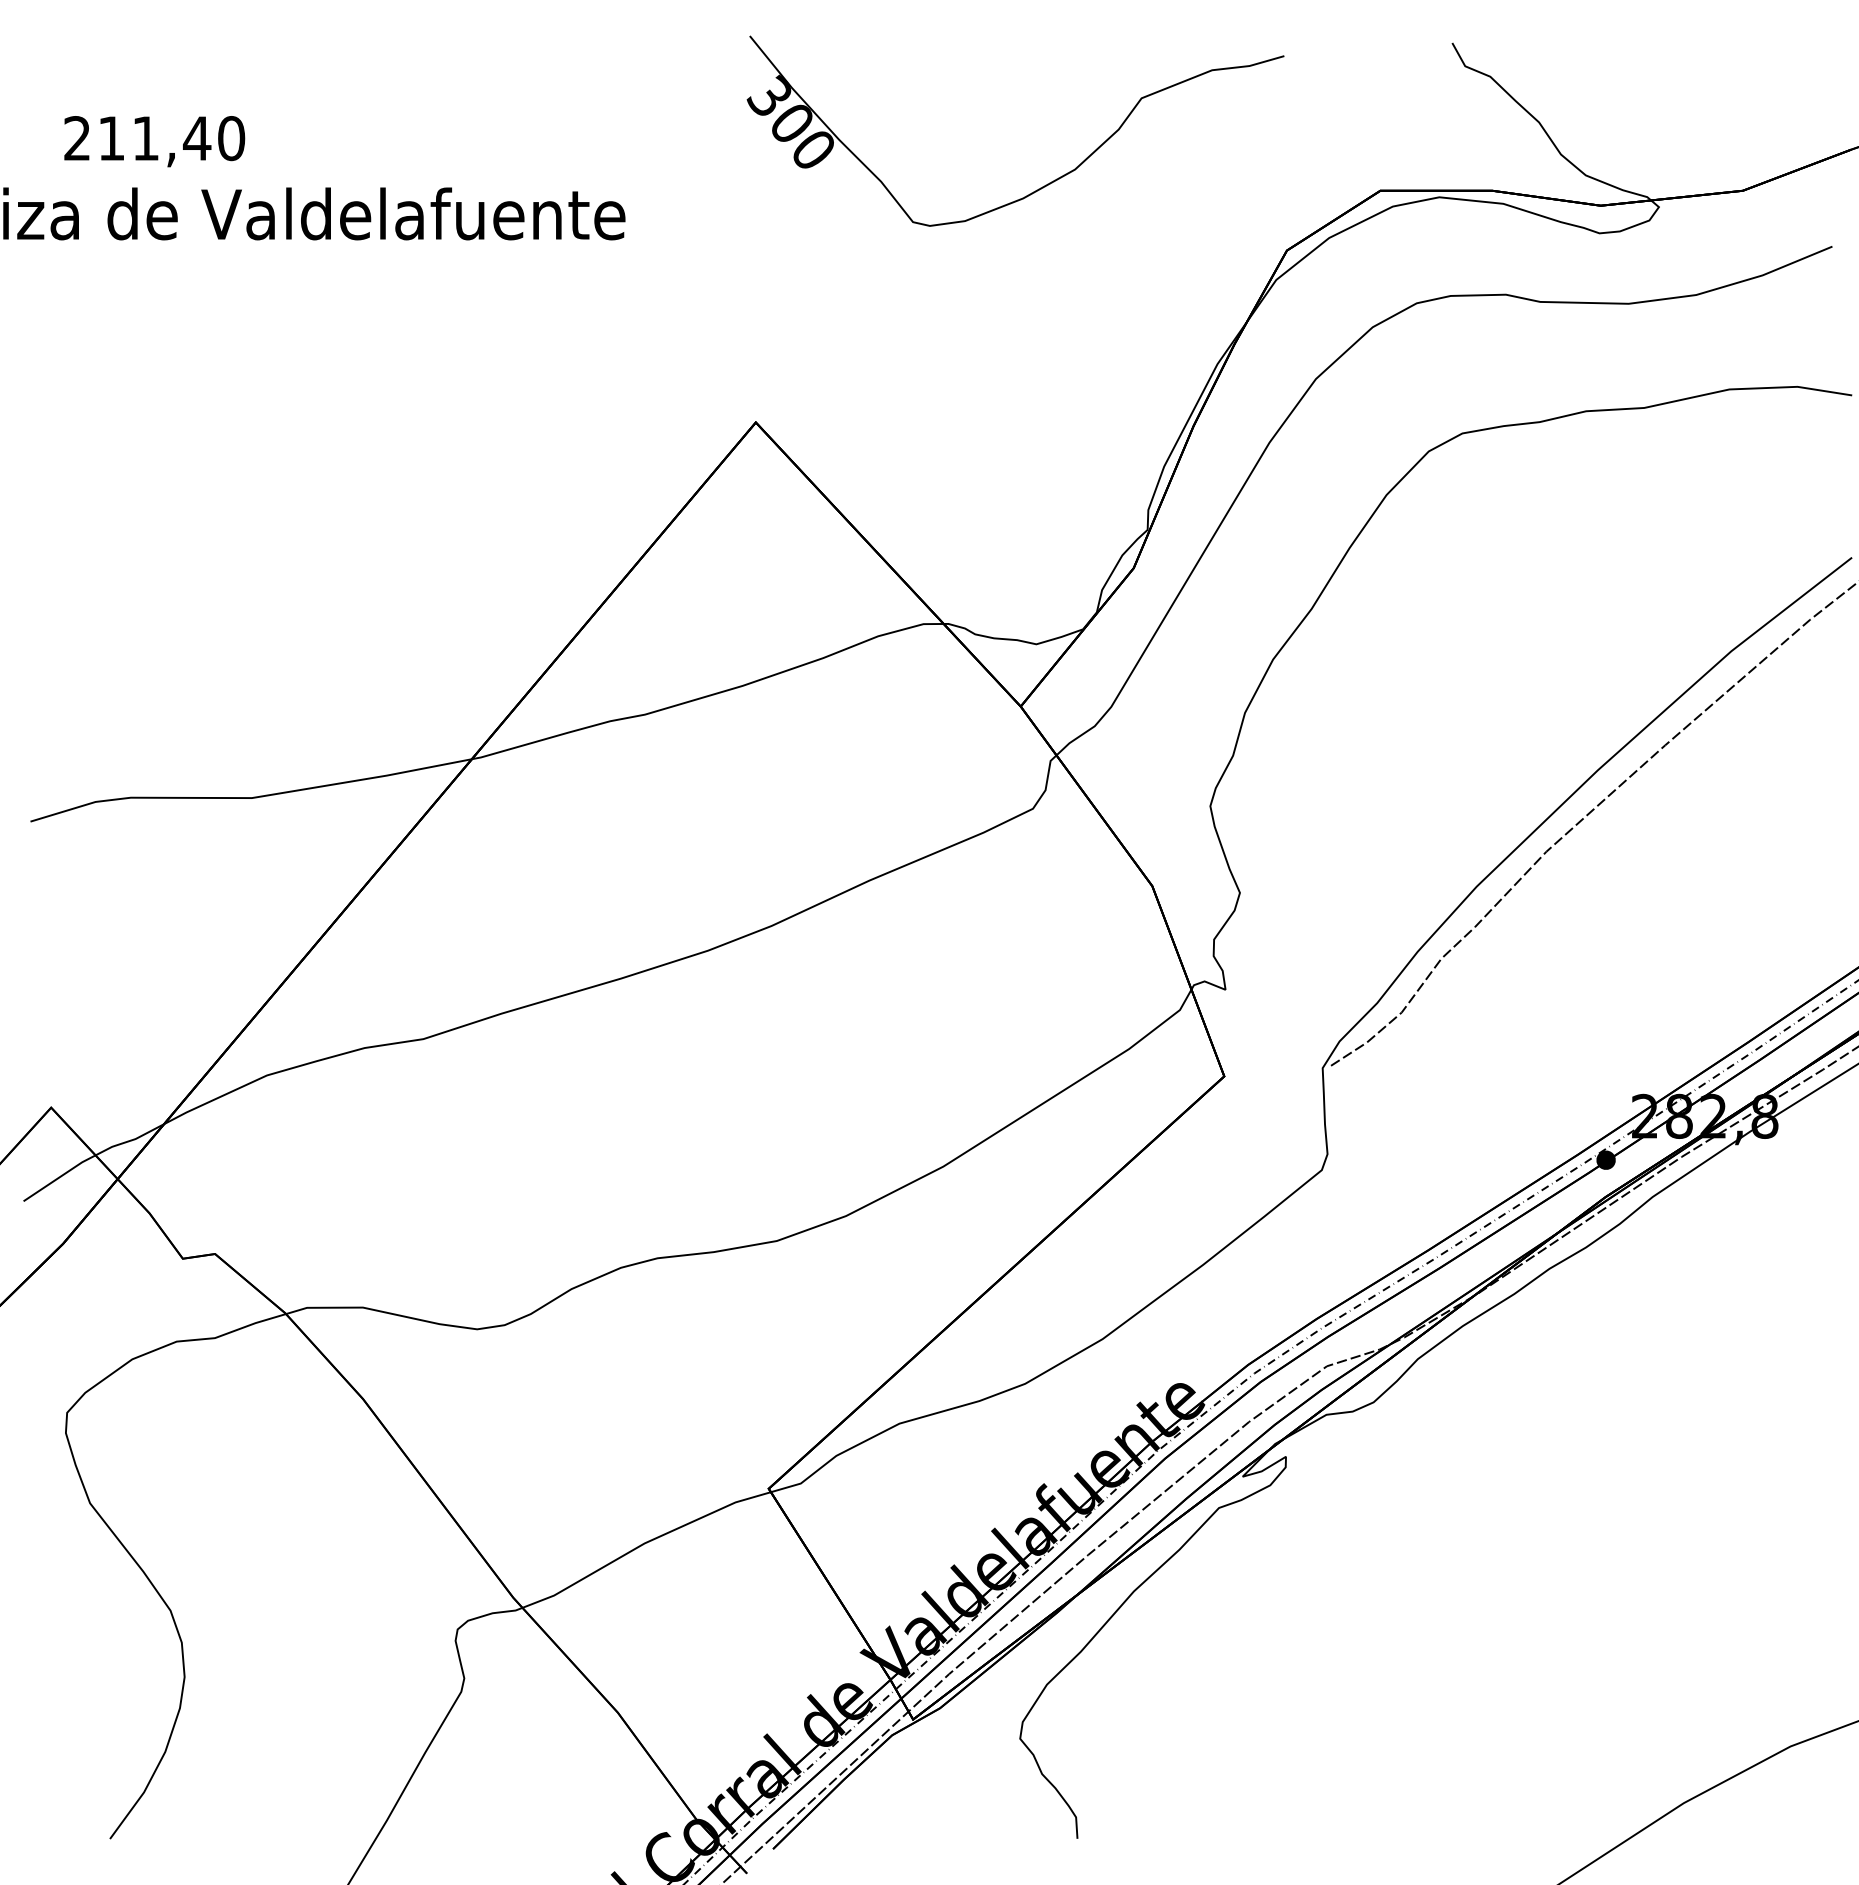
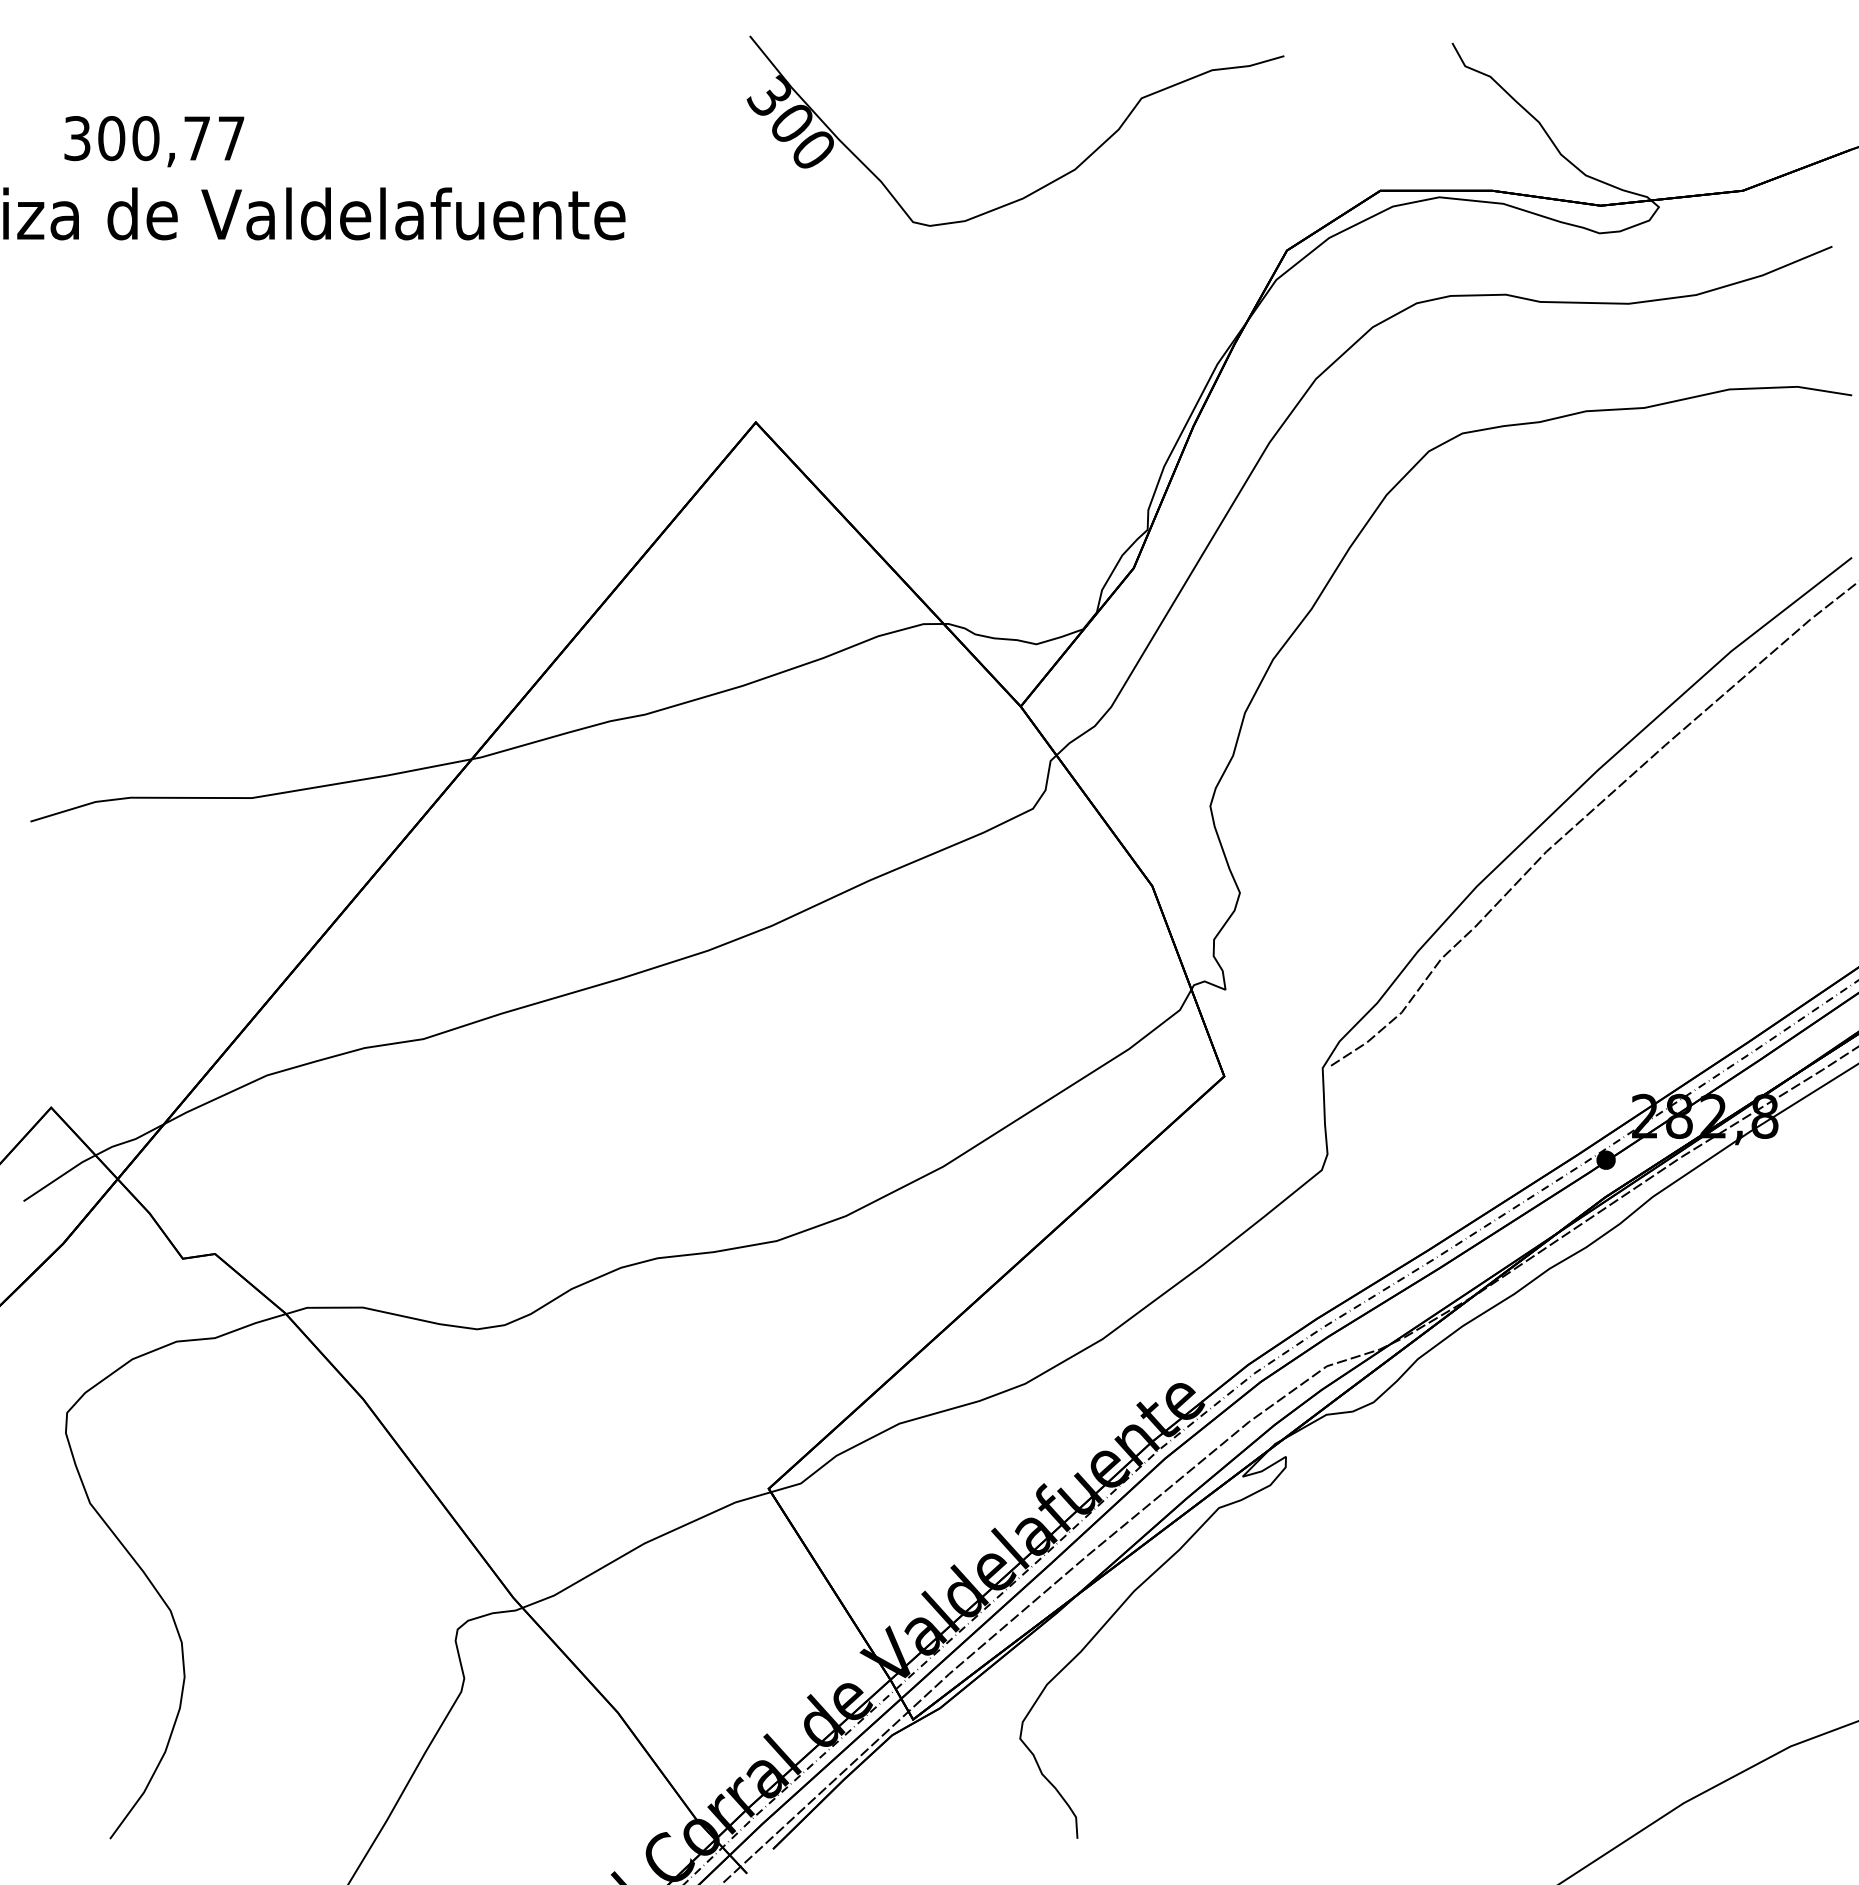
text at (154, 138): 211,40 -> 300,77
